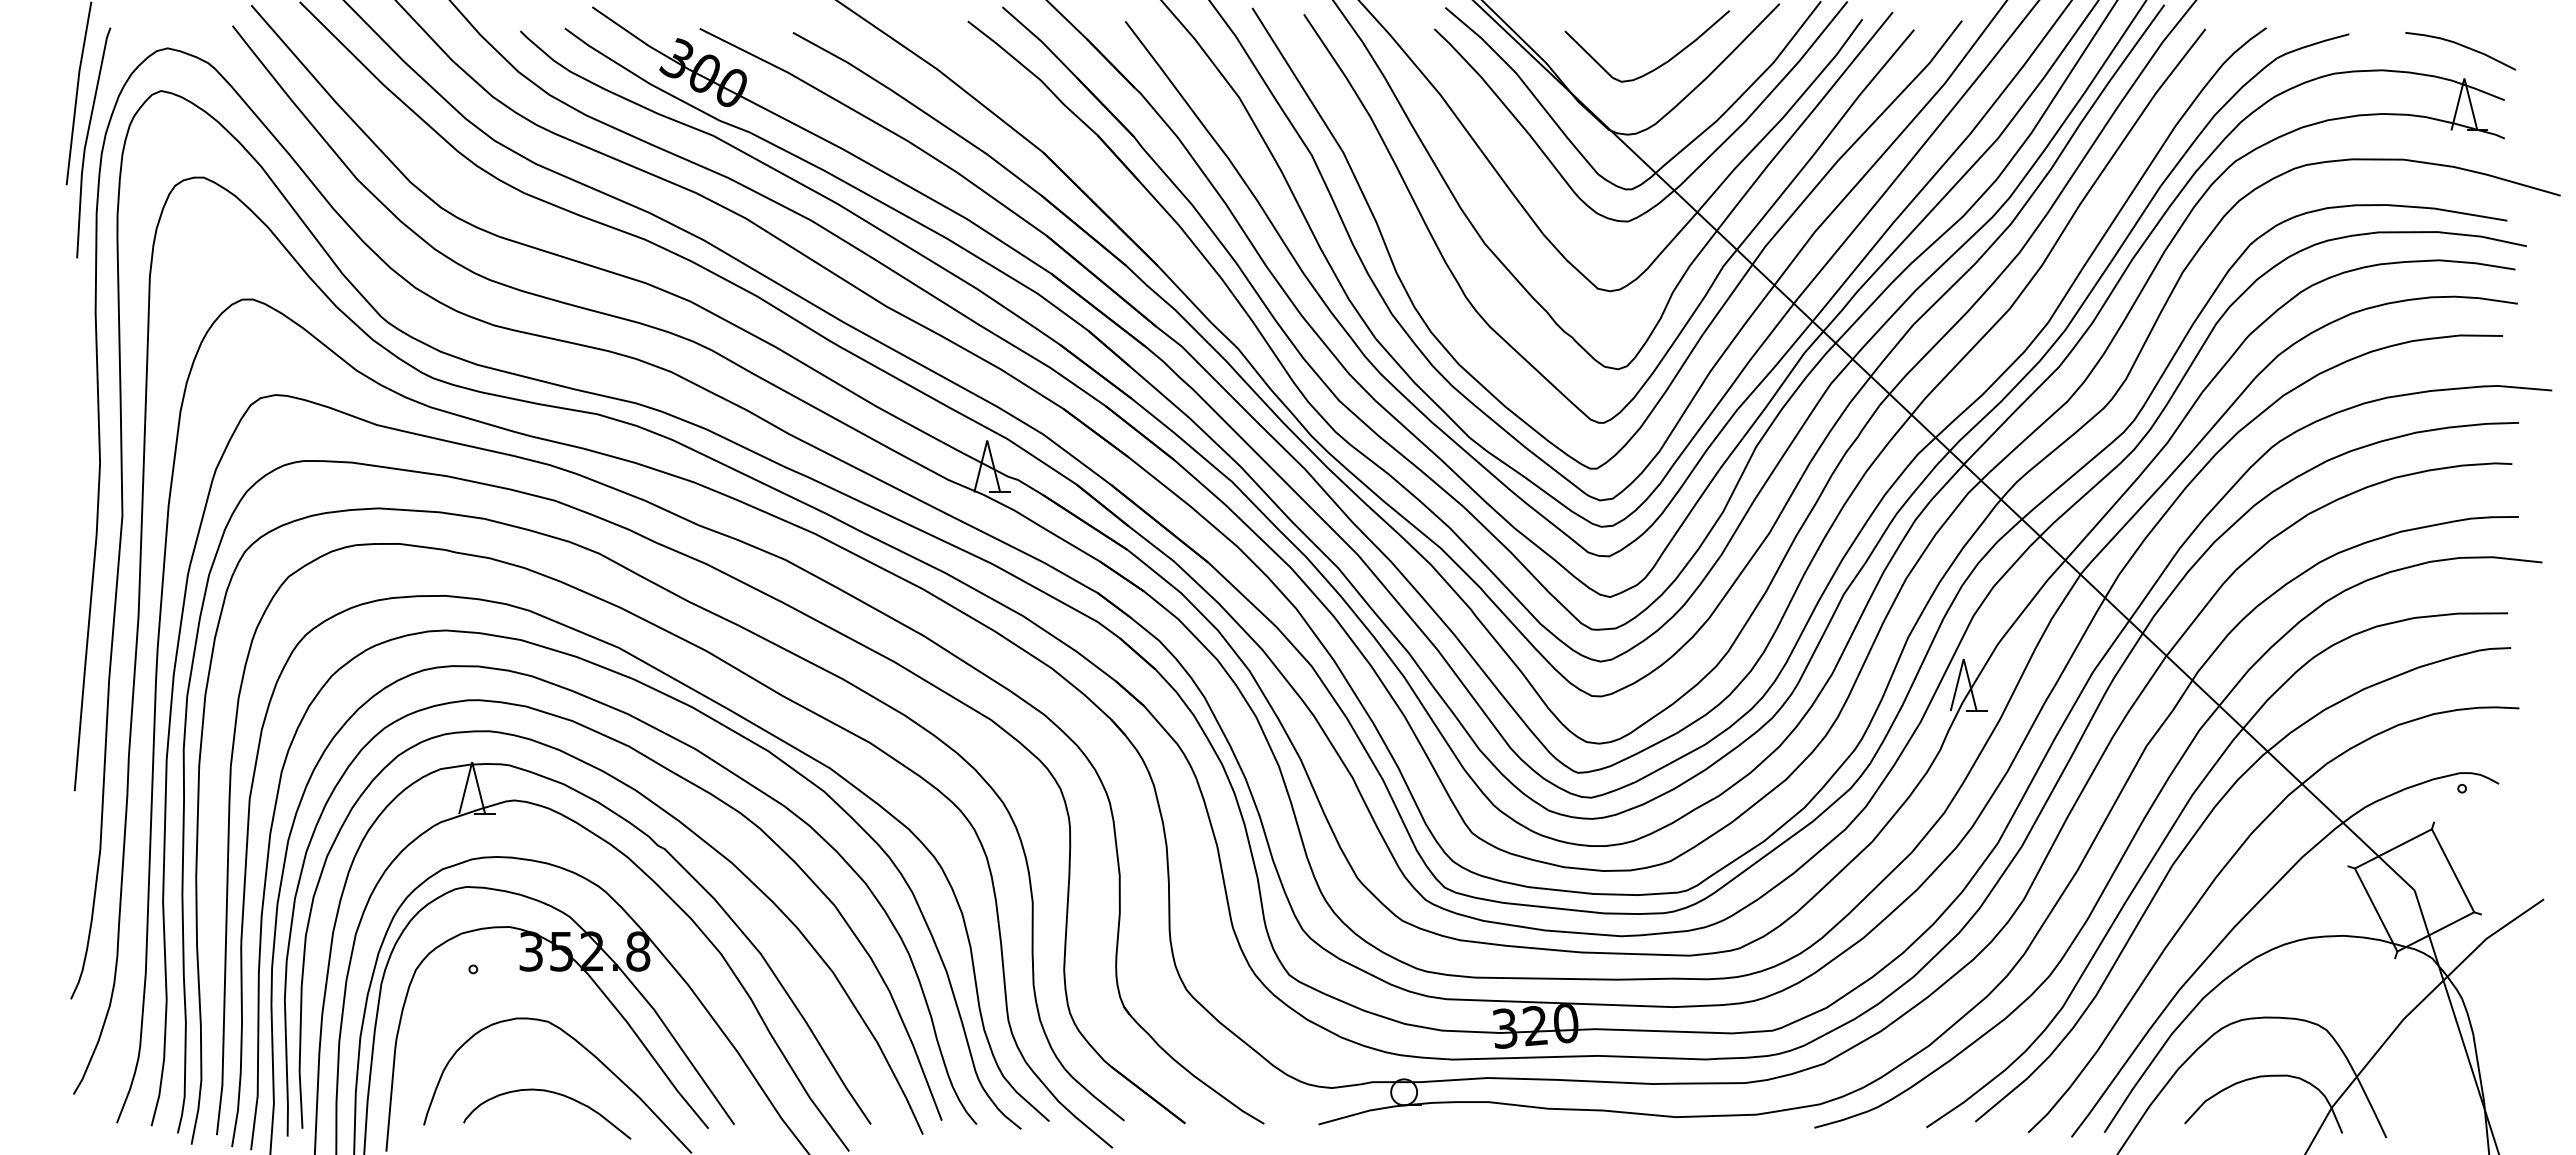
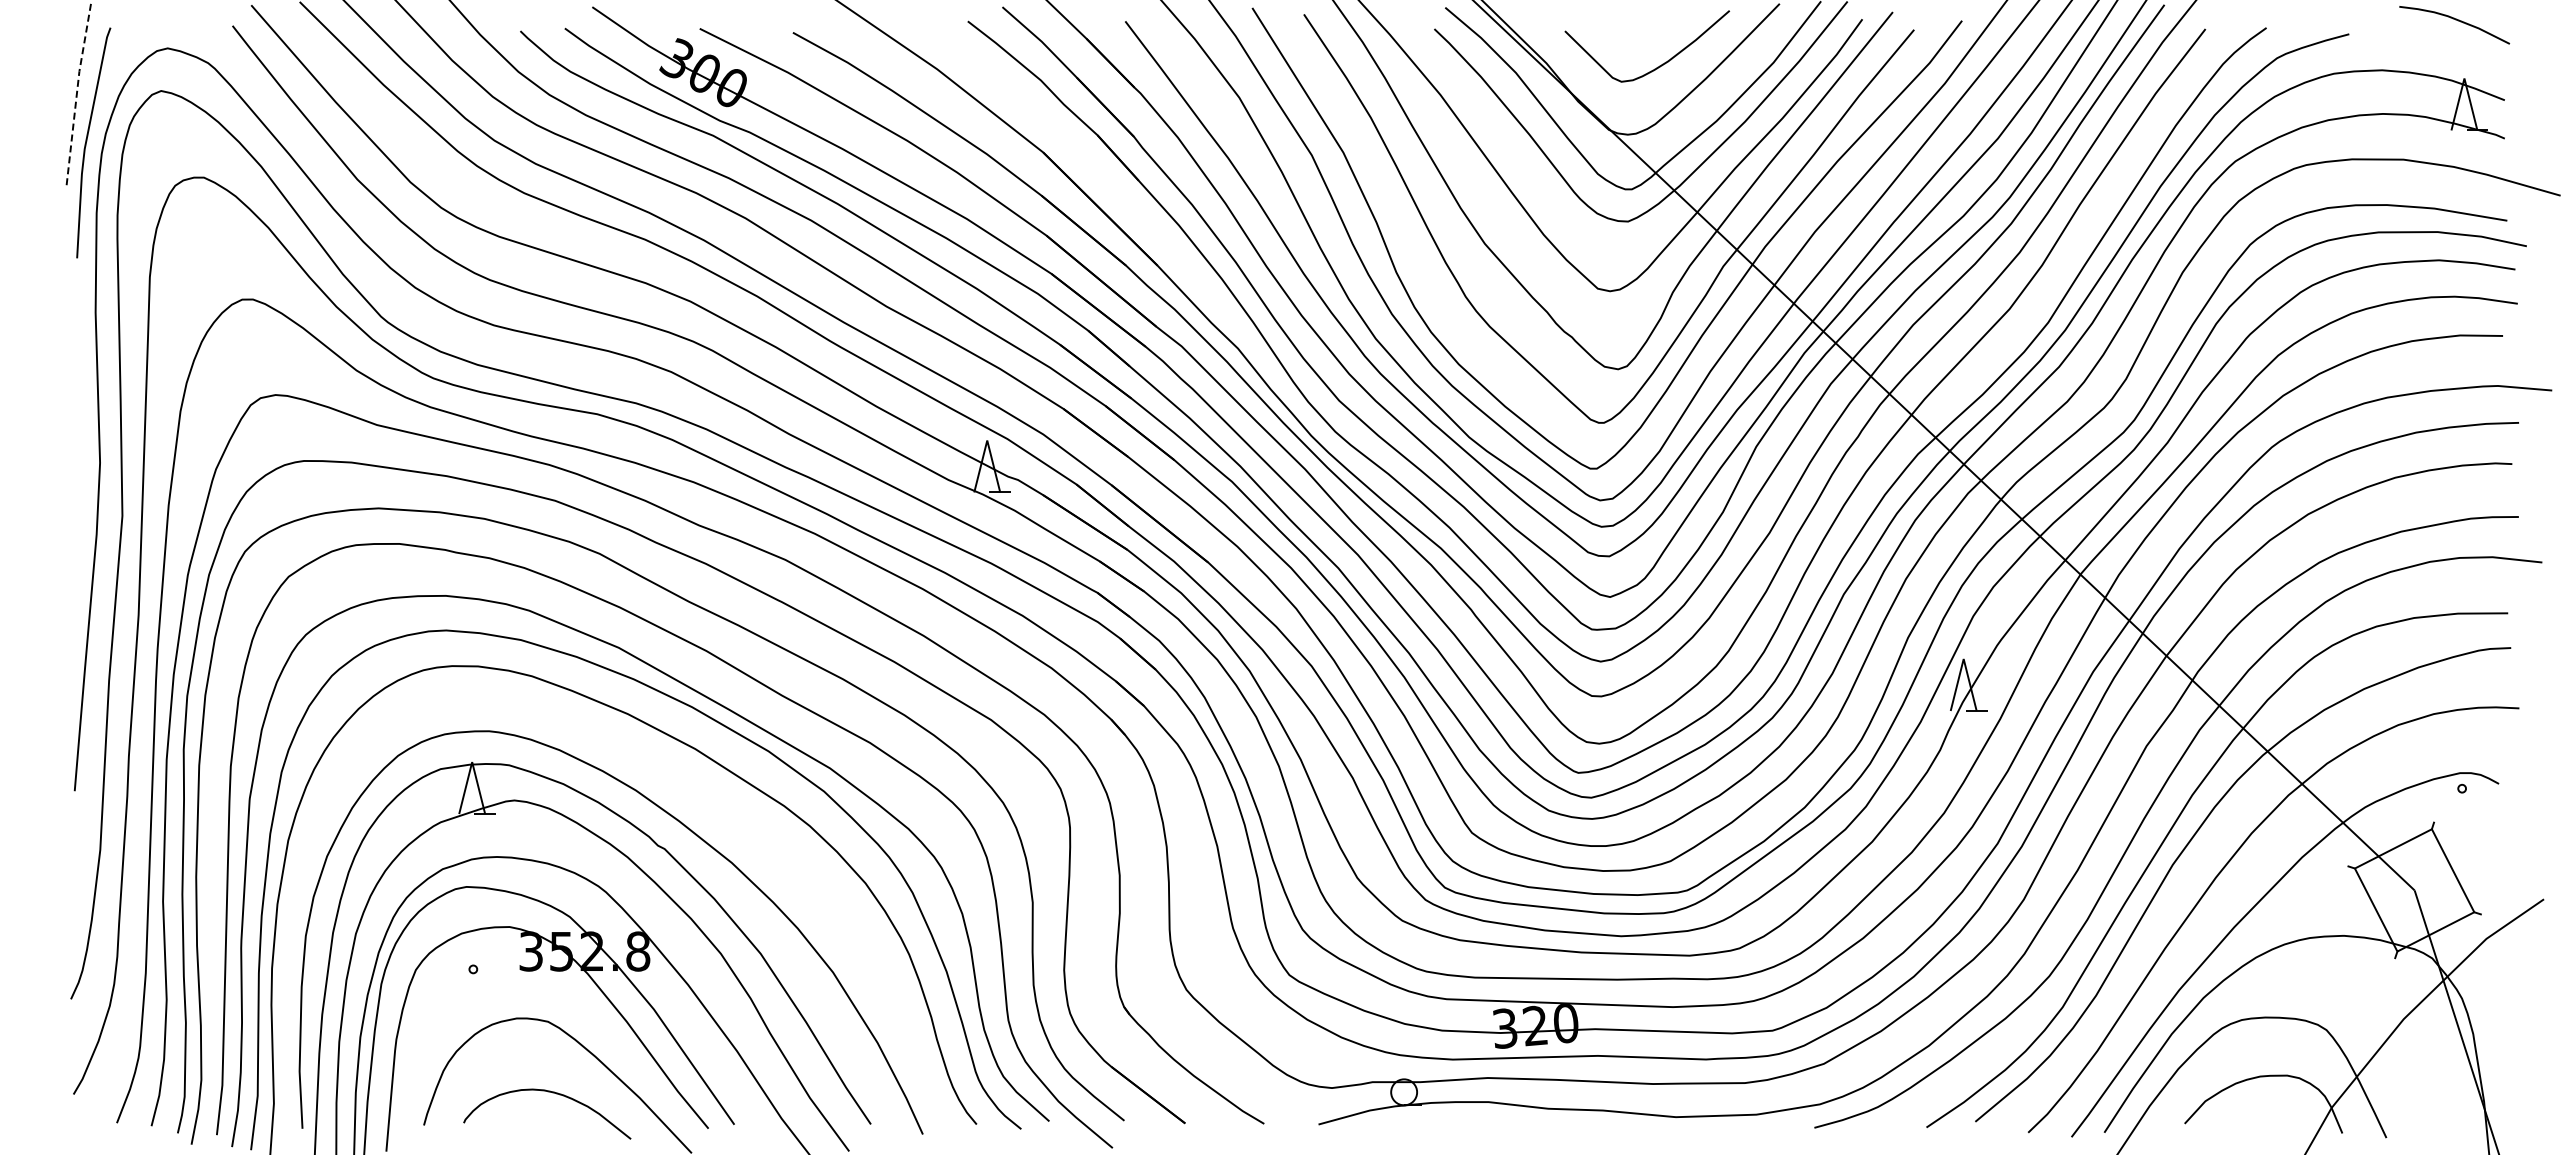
curve at (2461, 46) position: (2461, 46) -> (2455, 20)
line at (77, 92): solid -> dashed
curve at (693, 785): present -> none
